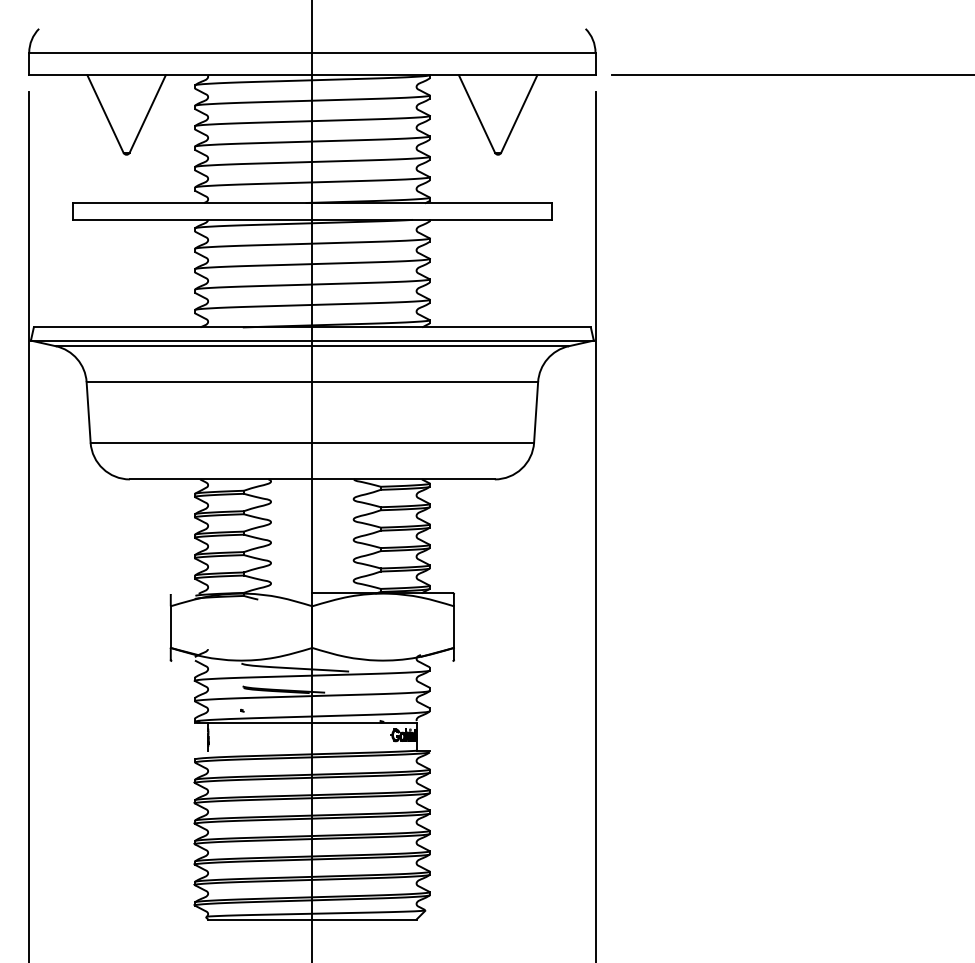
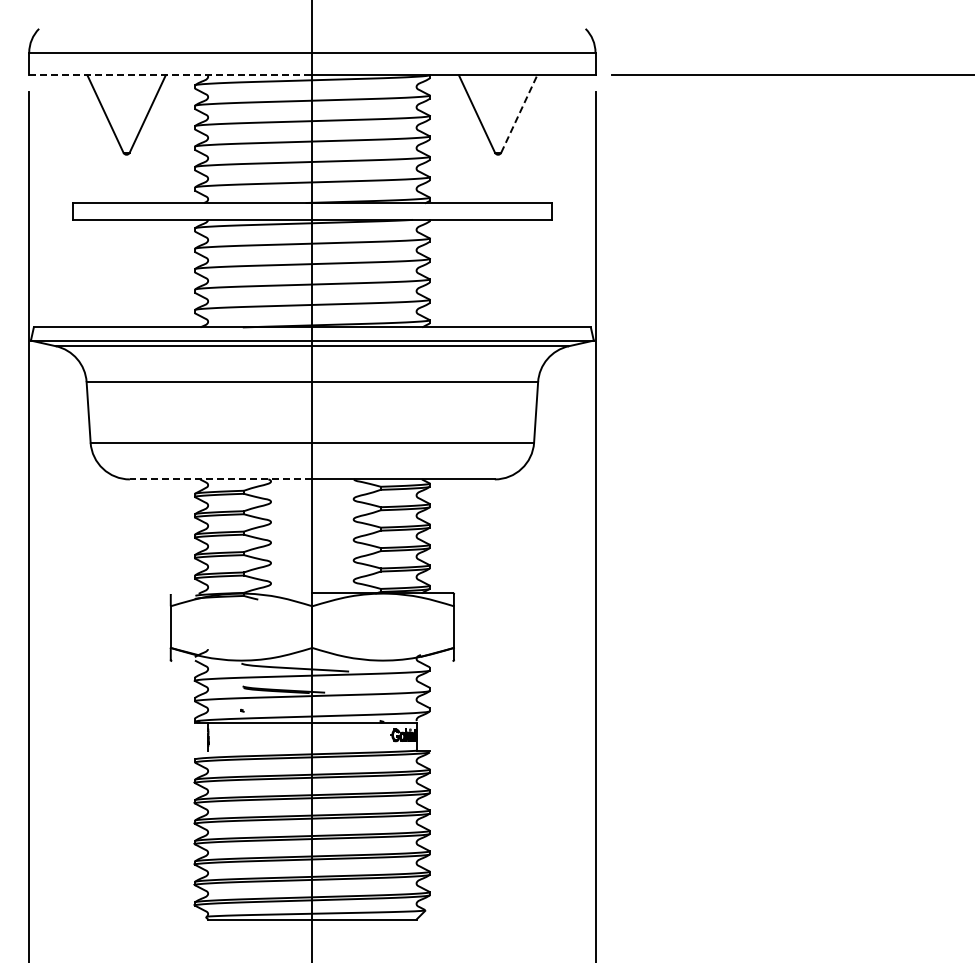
line at (170, 75): solid -> dashed
line at (519, 114): solid -> dashed
line at (220, 479): solid -> dashed
